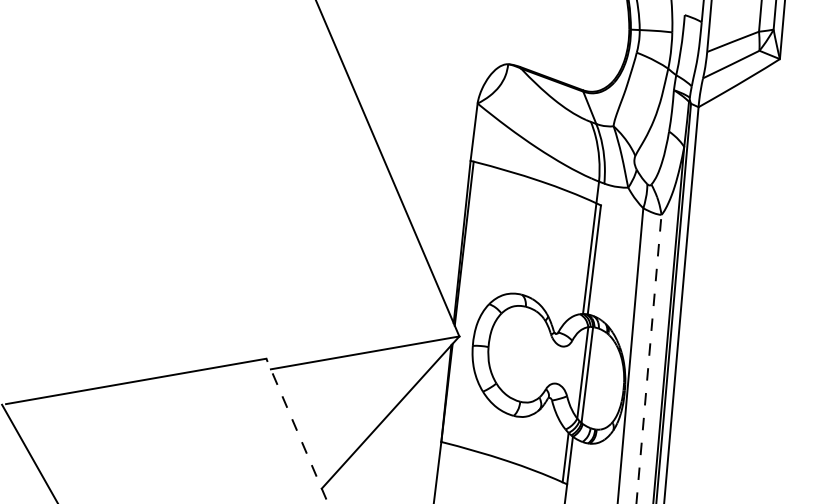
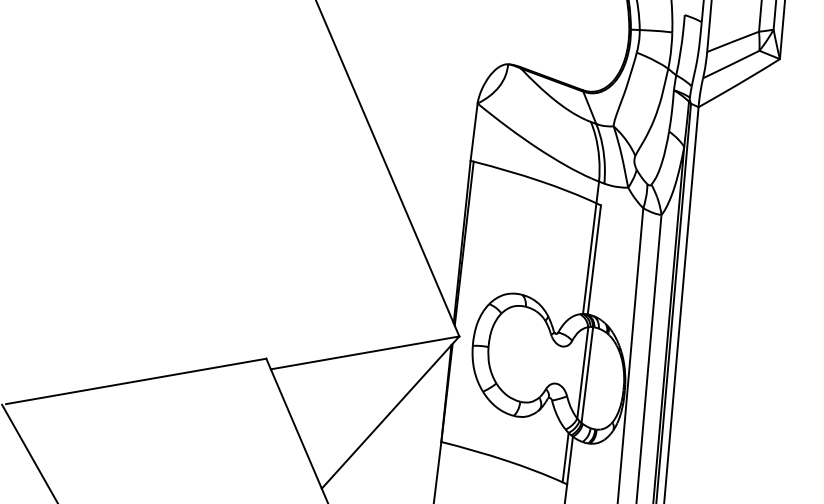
line at (648, 359): dashed -> solid
line at (297, 431): dashed -> solid
